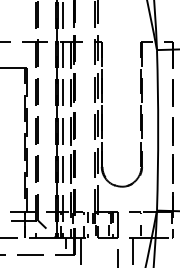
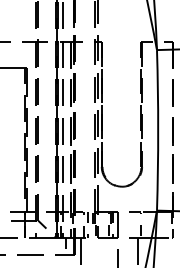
line at (132, 250) position: (132, 250) -> (137, 250)
